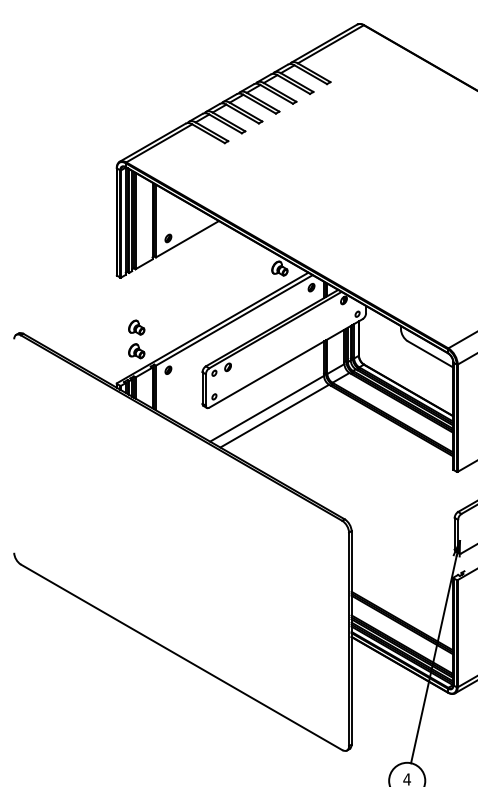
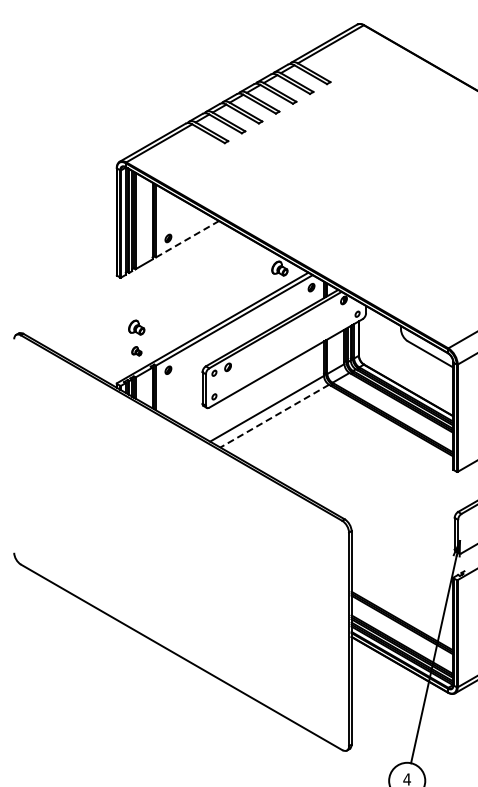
line at (187, 239): solid -> dashed
part at (136, 351) size: 18x17 px -> 12x11 px
line at (274, 416): solid -> dashed
